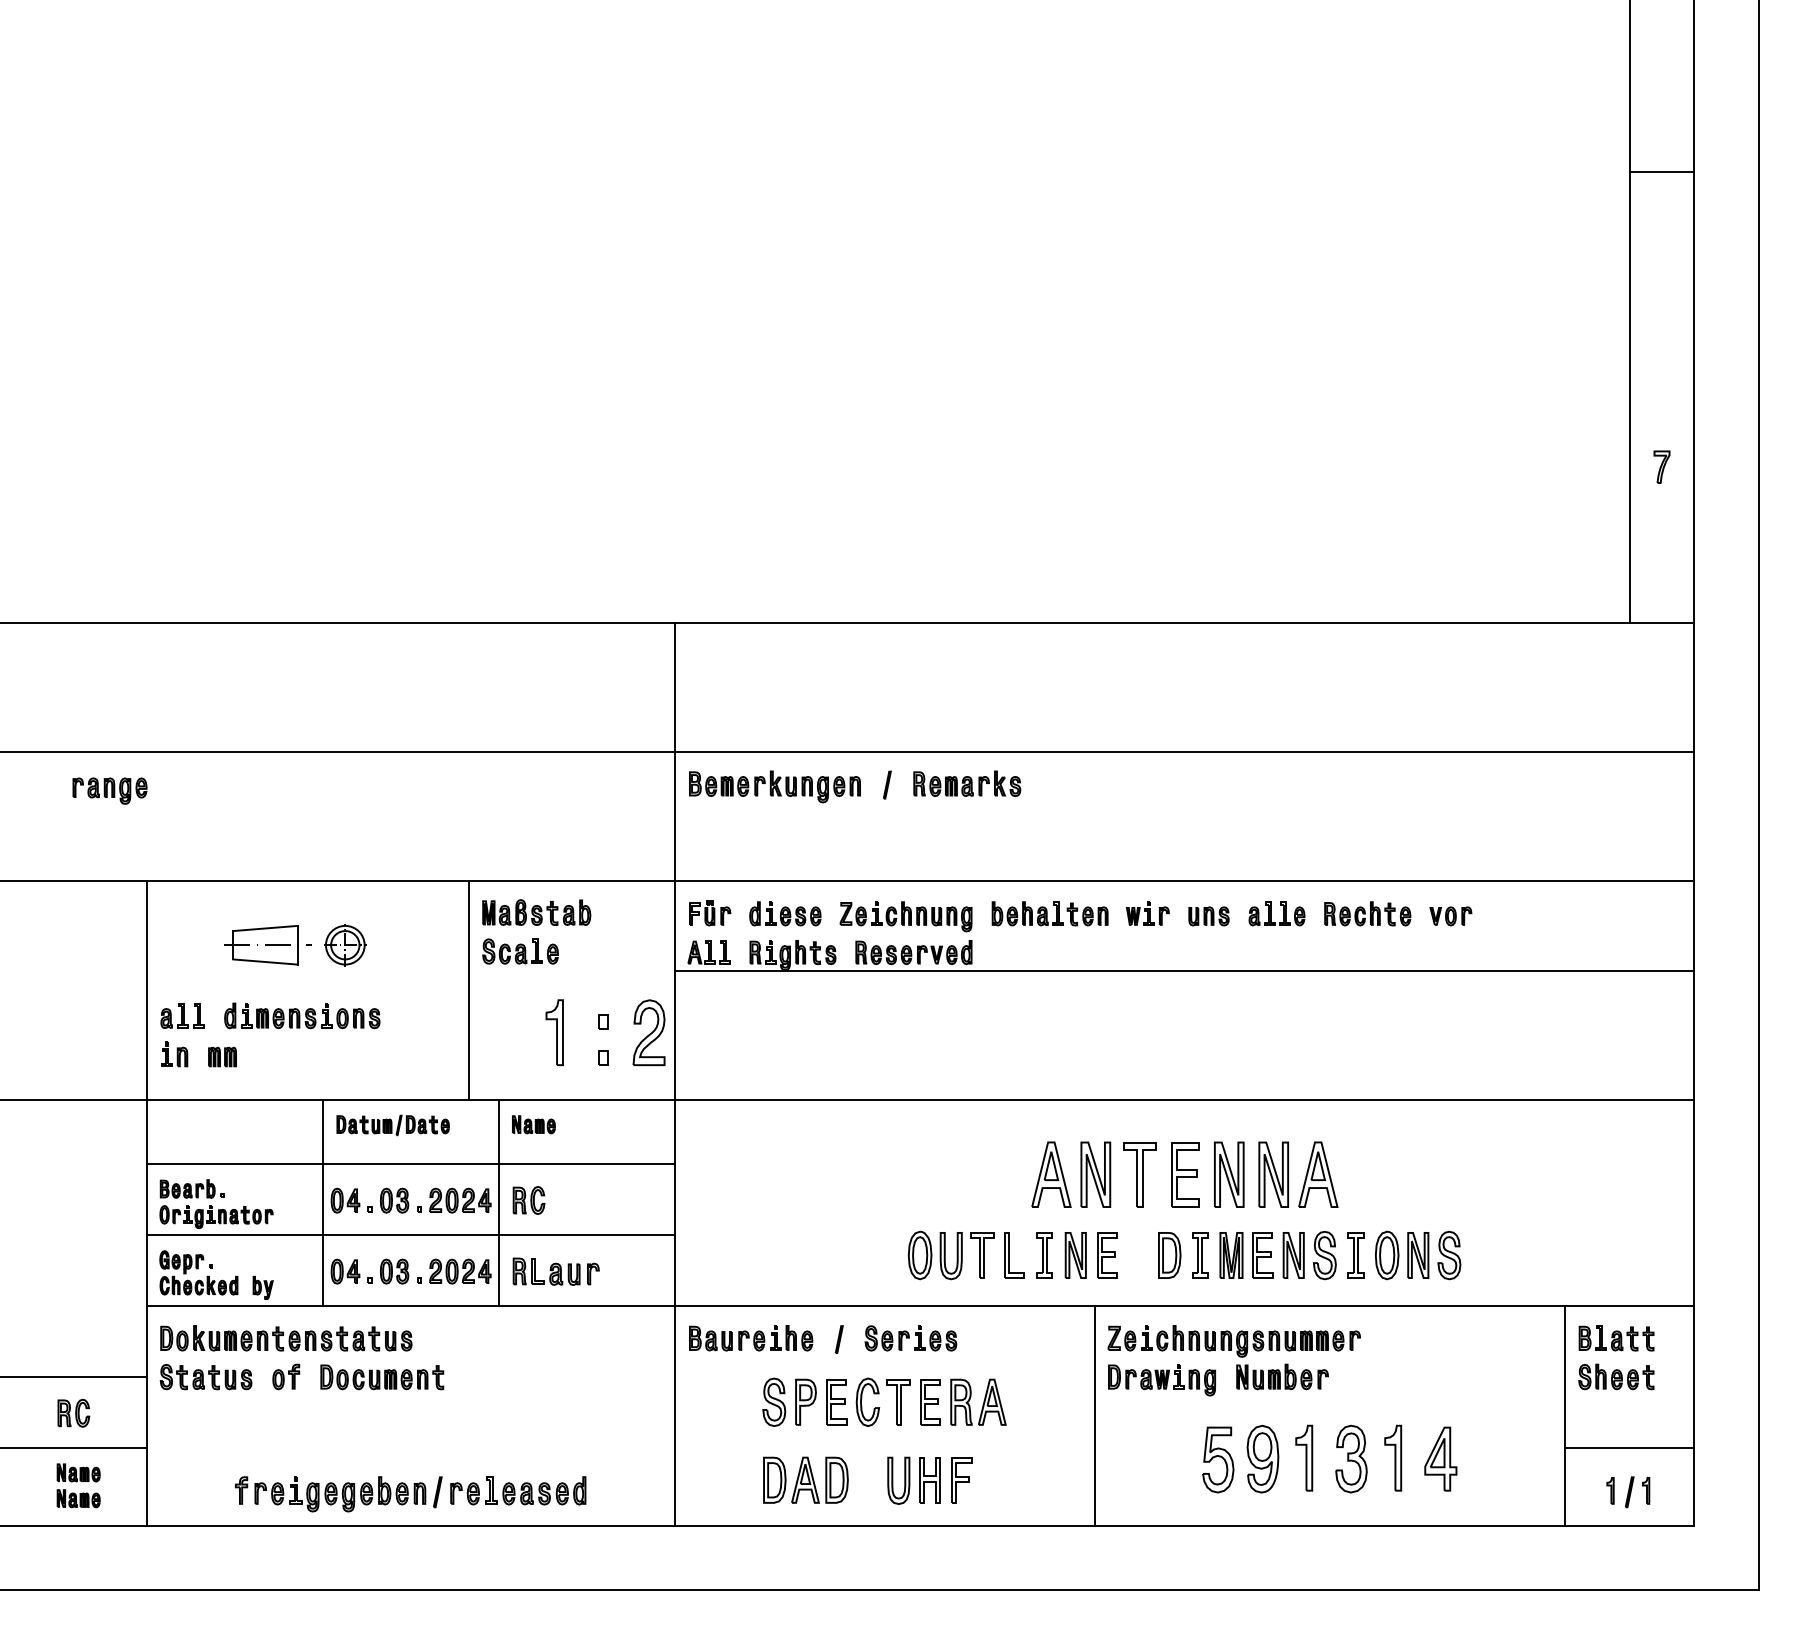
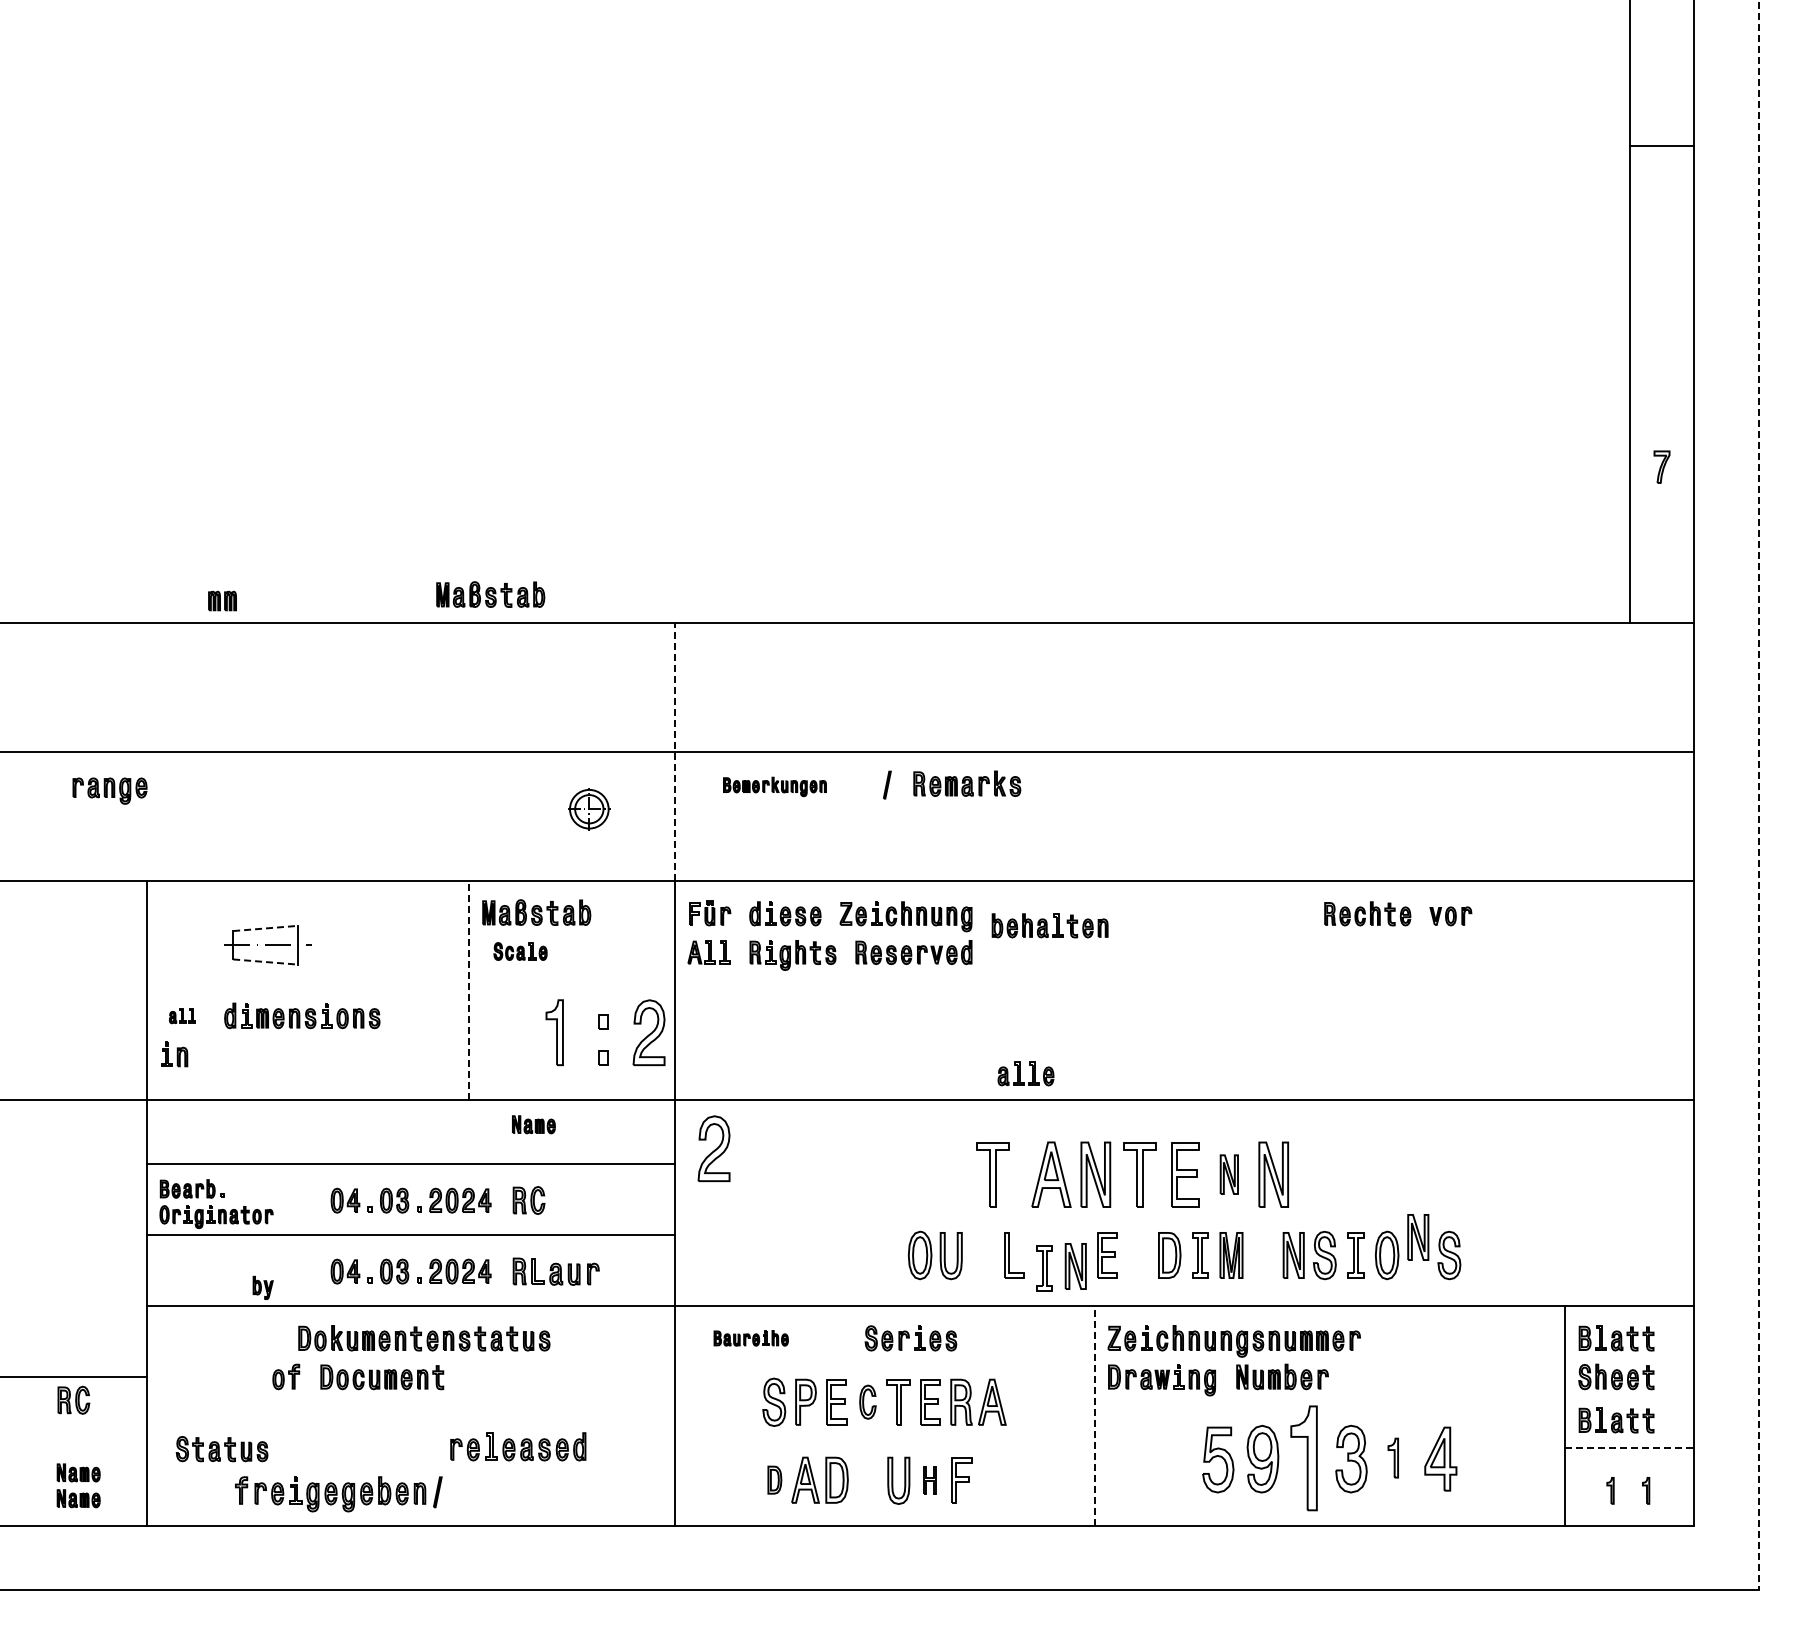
line at (1661, 171) position: (1661, 171) -> (1661, 145)
part at (490, 594): none -> present
line at (675, 751): solid -> dashed
part at (774, 786) size: 172x34 px -> 104x22 px
line at (1758, 795): solid -> dashed
part at (1049, 913) position: (1049, 913) -> (1049, 925)
part at (1147, 913): present -> none
part at (1276, 913) position: (1276, 913) -> (1025, 1073)
part at (1208, 916): present -> none
line at (265, 928): solid -> dashed
part at (345, 945) position: (345, 945) -> (589, 809)
part at (520, 951) size: 77x27 px -> 55x19 px
line at (265, 962): solid -> dashed
line at (1184, 971): present -> none
line at (469, 990): solid -> dashed
part at (182, 1015) size: 45x26 px -> 27x17 px
part at (222, 1056) position: (222, 1056) -> (222, 600)
part at (392, 1125): present -> none
part at (713, 1148): none -> present
part at (992, 1174): none -> present
part at (1229, 1174) size: 31x67 px -> 20x41 px
part at (1318, 1174): present -> none
line at (323, 1202): present -> none
line at (498, 1202): present -> none
part at (982, 1255): present -> none
part at (1044, 1255) position: (1044, 1255) -> (1044, 1268)
part at (1075, 1255) position: (1075, 1255) -> (1075, 1266)
part at (1262, 1255): present -> none
part at (1418, 1255) position: (1418, 1255) -> (1418, 1237)
part at (198, 1272): present -> none
part at (286, 1338) position: (286, 1338) -> (424, 1338)
part at (751, 1338) size: 125x27 px -> 76x17 px
line at (839, 1339): present -> none
part at (205, 1377) position: (205, 1377) -> (221, 1449)
part at (867, 1401) size: 26x50 px -> 18x36 px
part at (73, 1412) position: (73, 1412) -> (73, 1399)
line at (1094, 1415): solid -> dashed
part at (1616, 1420): none -> present
line at (74, 1448): present -> none
line at (1630, 1448): solid -> dashed
part at (1304, 1457) size: 19x68 px -> 28x107 px
part at (1393, 1457) size: 19x68 px -> 12x42 px
part at (774, 1479) size: 24x48 px -> 16x30 px
part at (929, 1480) size: 22x47 px -> 14x29 px
part at (518, 1490) position: (518, 1490) -> (518, 1446)
line at (1629, 1492): present -> none
